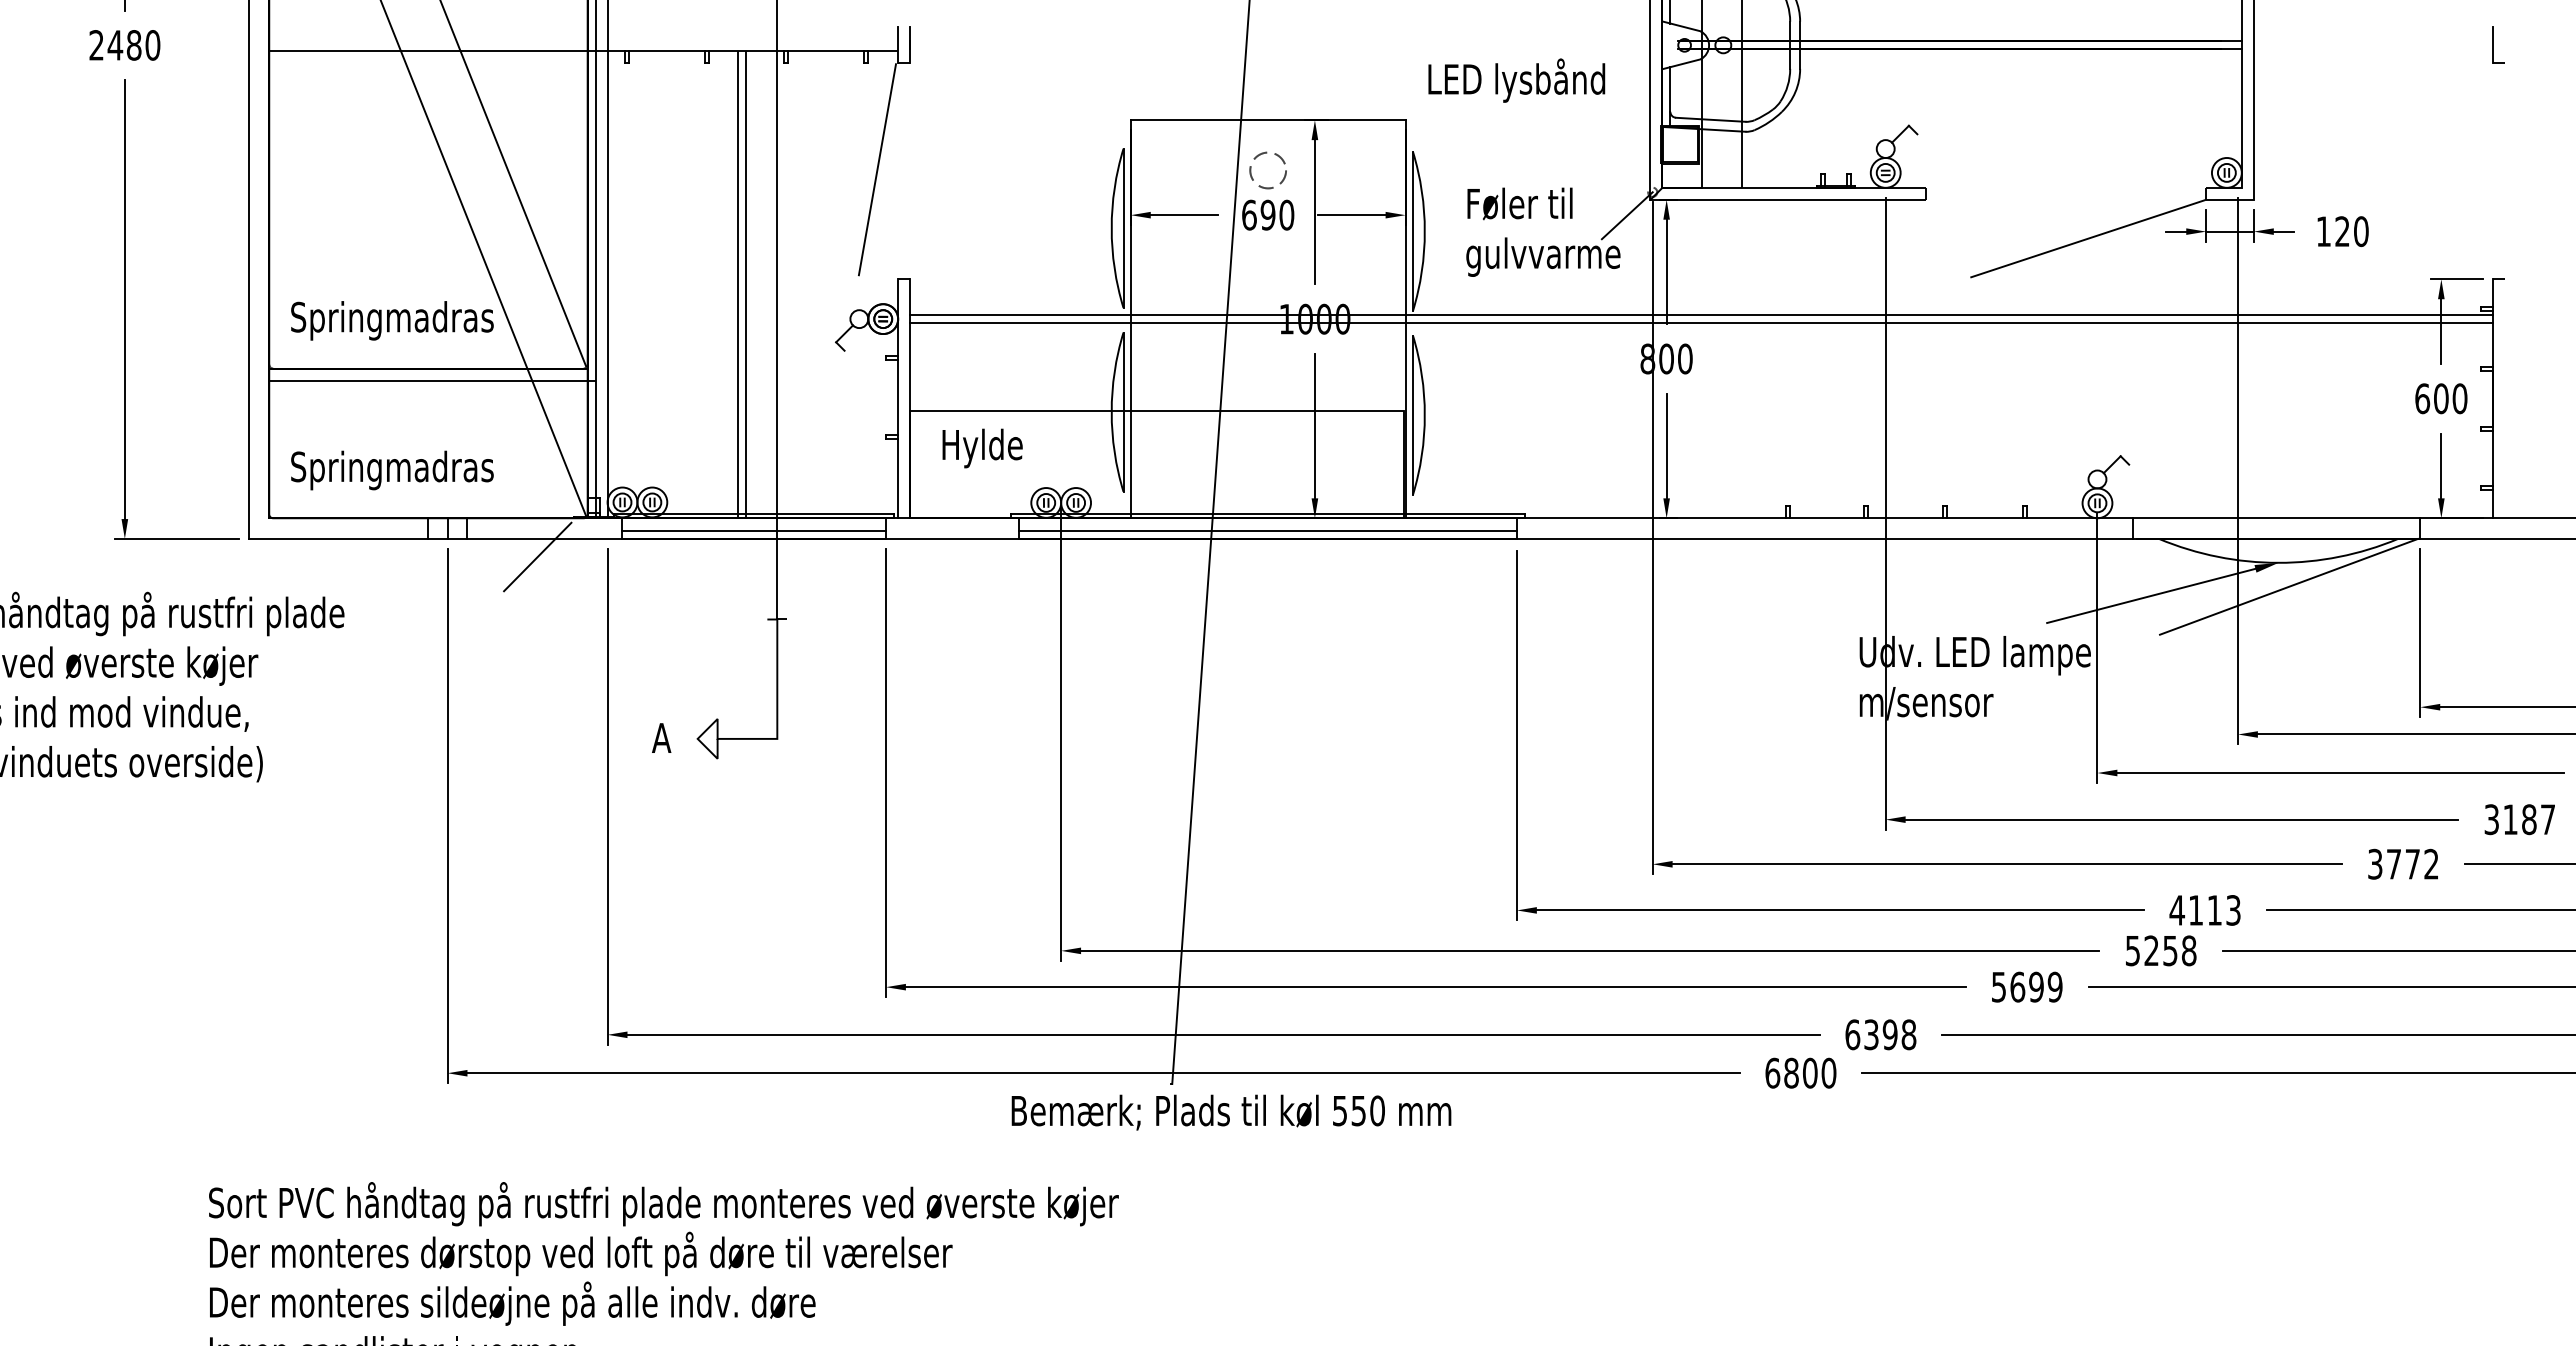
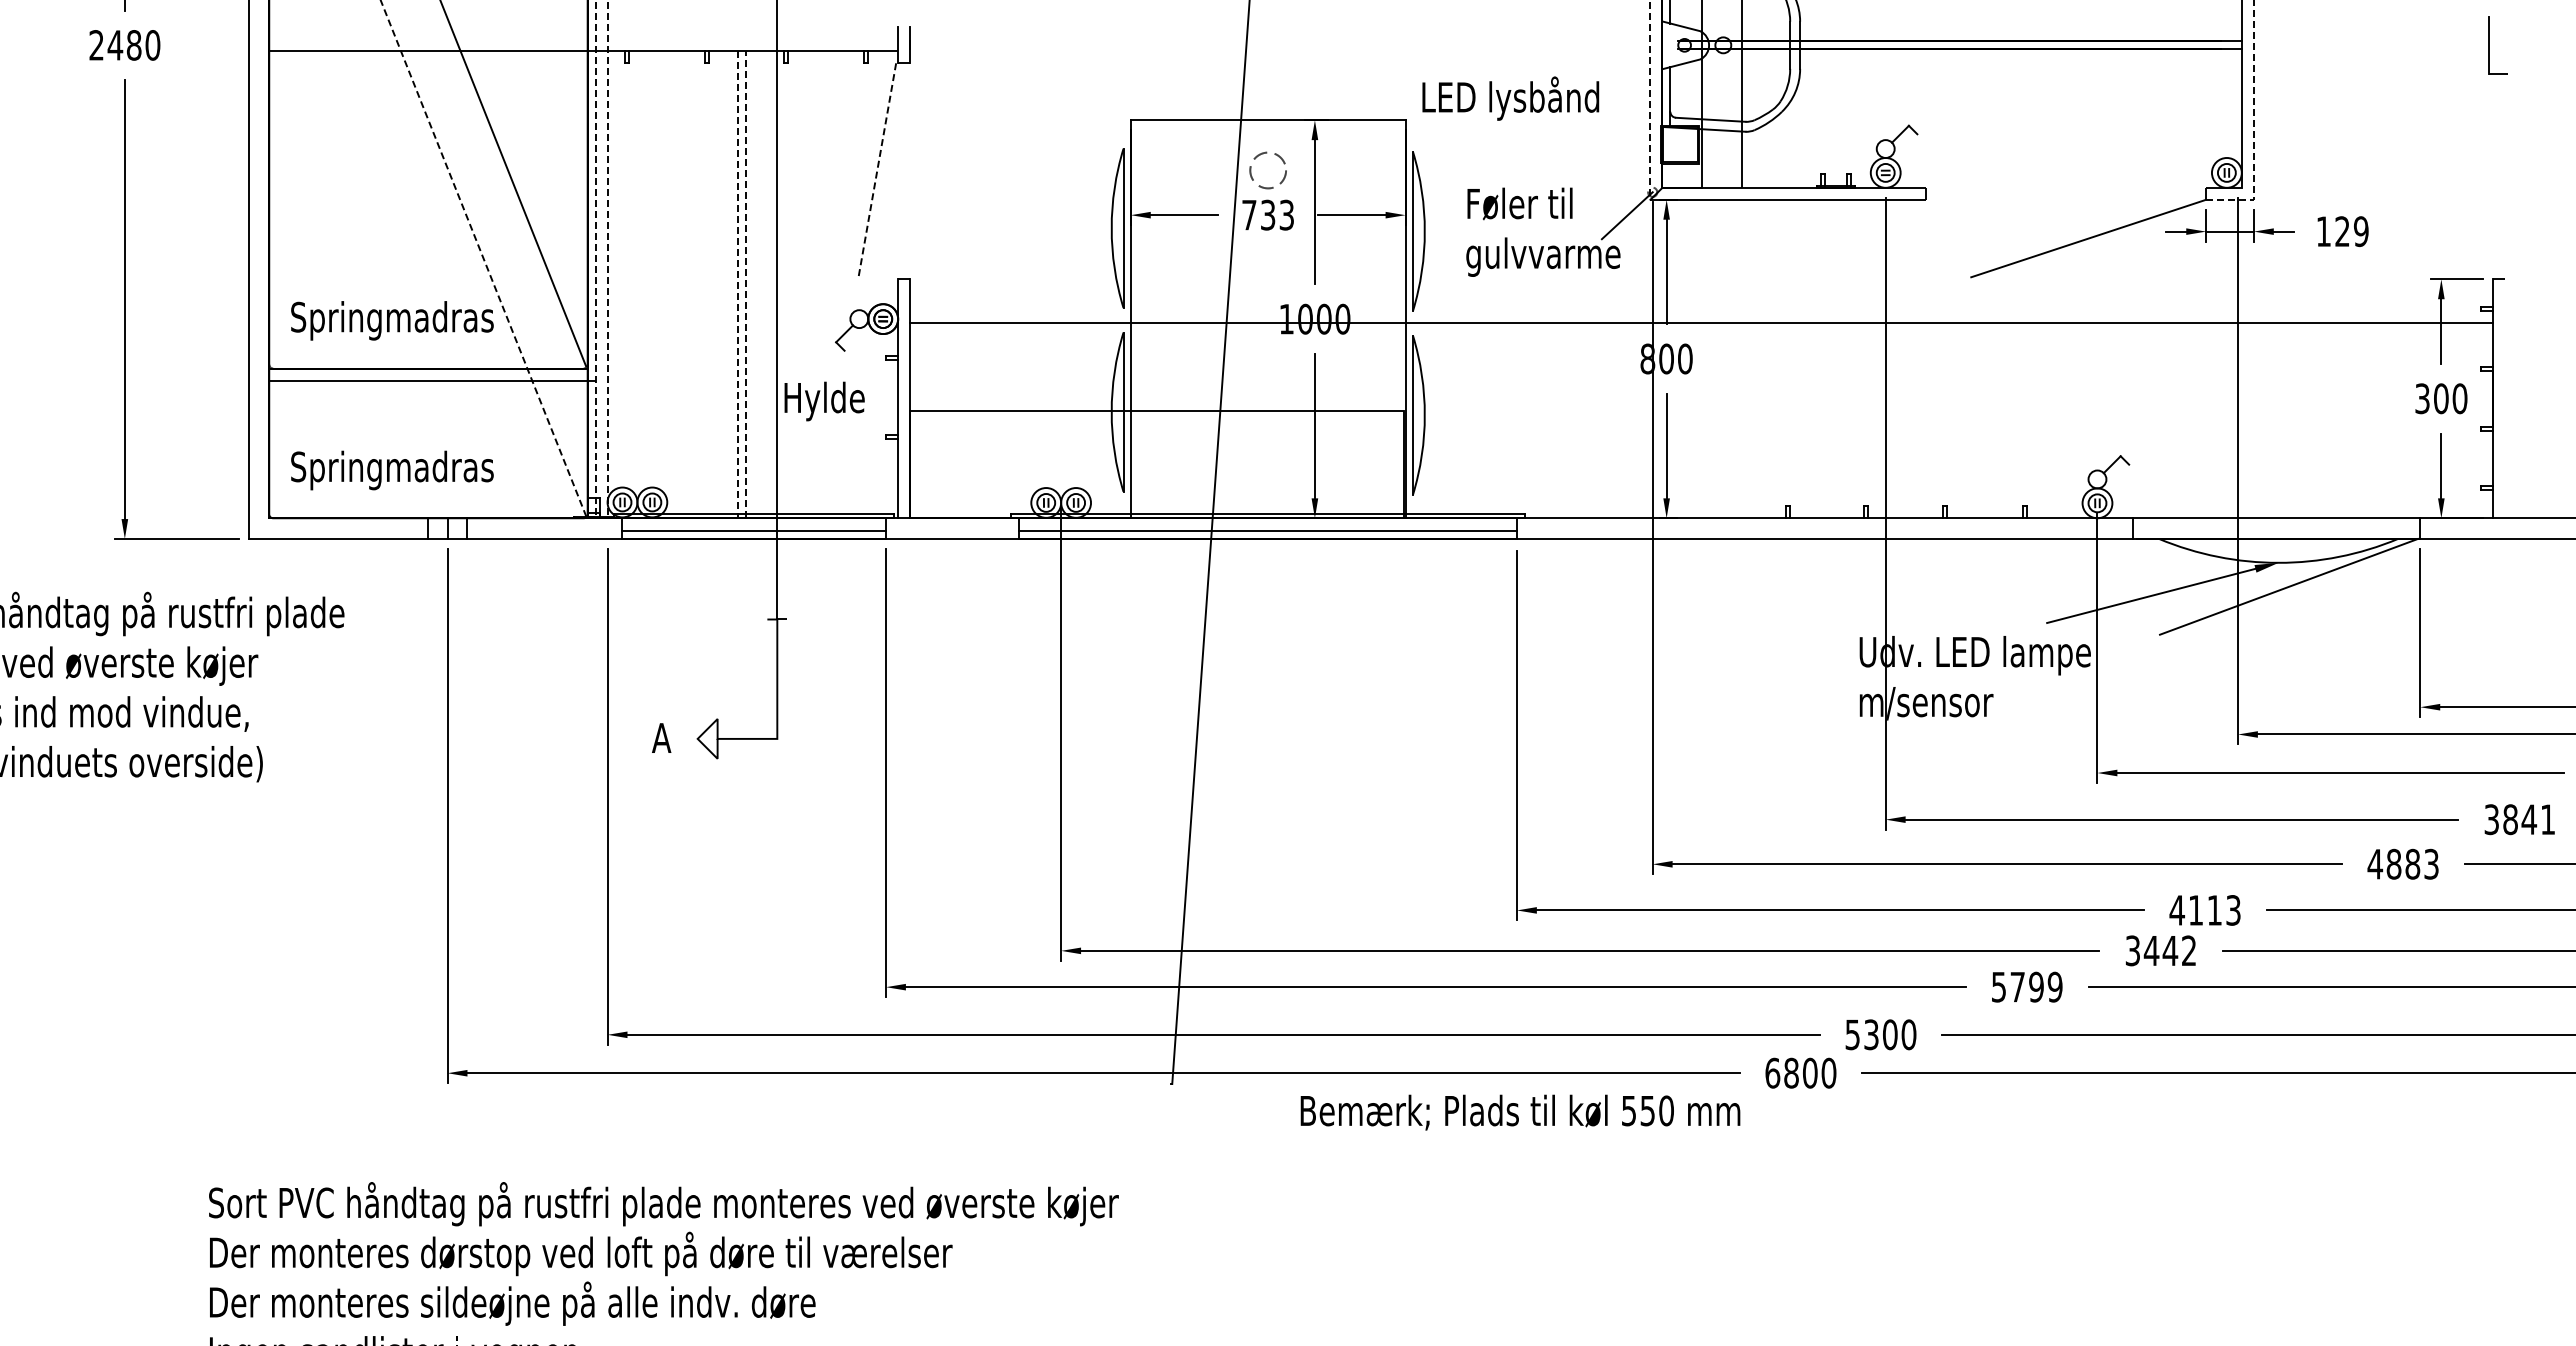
part at (2498, 44) size: 13x38 px -> 20x59 px
text at (1516, 80) position: (1516, 80) -> (1510, 98)
line at (1650, 100): solid -> dashed
line at (2253, 123): solid -> dashed
line at (877, 170): solid -> dashed
text at (1268, 214): 690 -> 733
text at (2360, 231): 120 -> 129
line at (483, 258): solid -> dashed
line at (595, 259): solid -> dashed
line at (607, 259): solid -> dashed
line at (745, 284): solid -> dashed
line at (737, 285): solid -> dashed
line at (1701, 315): present -> none
text at (2422, 398): 600 -> 300
text at (982, 448) position: (982, 448) -> (824, 401)
line at (537, 556): present -> none
text at (2528, 819): 3187 -> 3841
text at (2402, 863): 3772 -> 4883
text at (2161, 950): 5258 -> 3442
text at (2017, 986): 5699 -> 5799
text at (1880, 1034): 6398 -> 5300
text at (1231, 1112) position: (1231, 1112) -> (1520, 1112)
